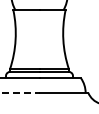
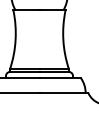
line at (20, 92): dashed -> solid
